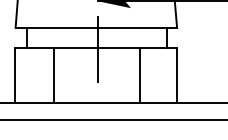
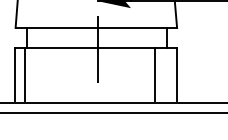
line at (53, 74) position: (53, 74) -> (24, 74)
line at (140, 74) position: (140, 74) -> (155, 74)
line at (113, 120) position: (113, 120) -> (113, 113)
